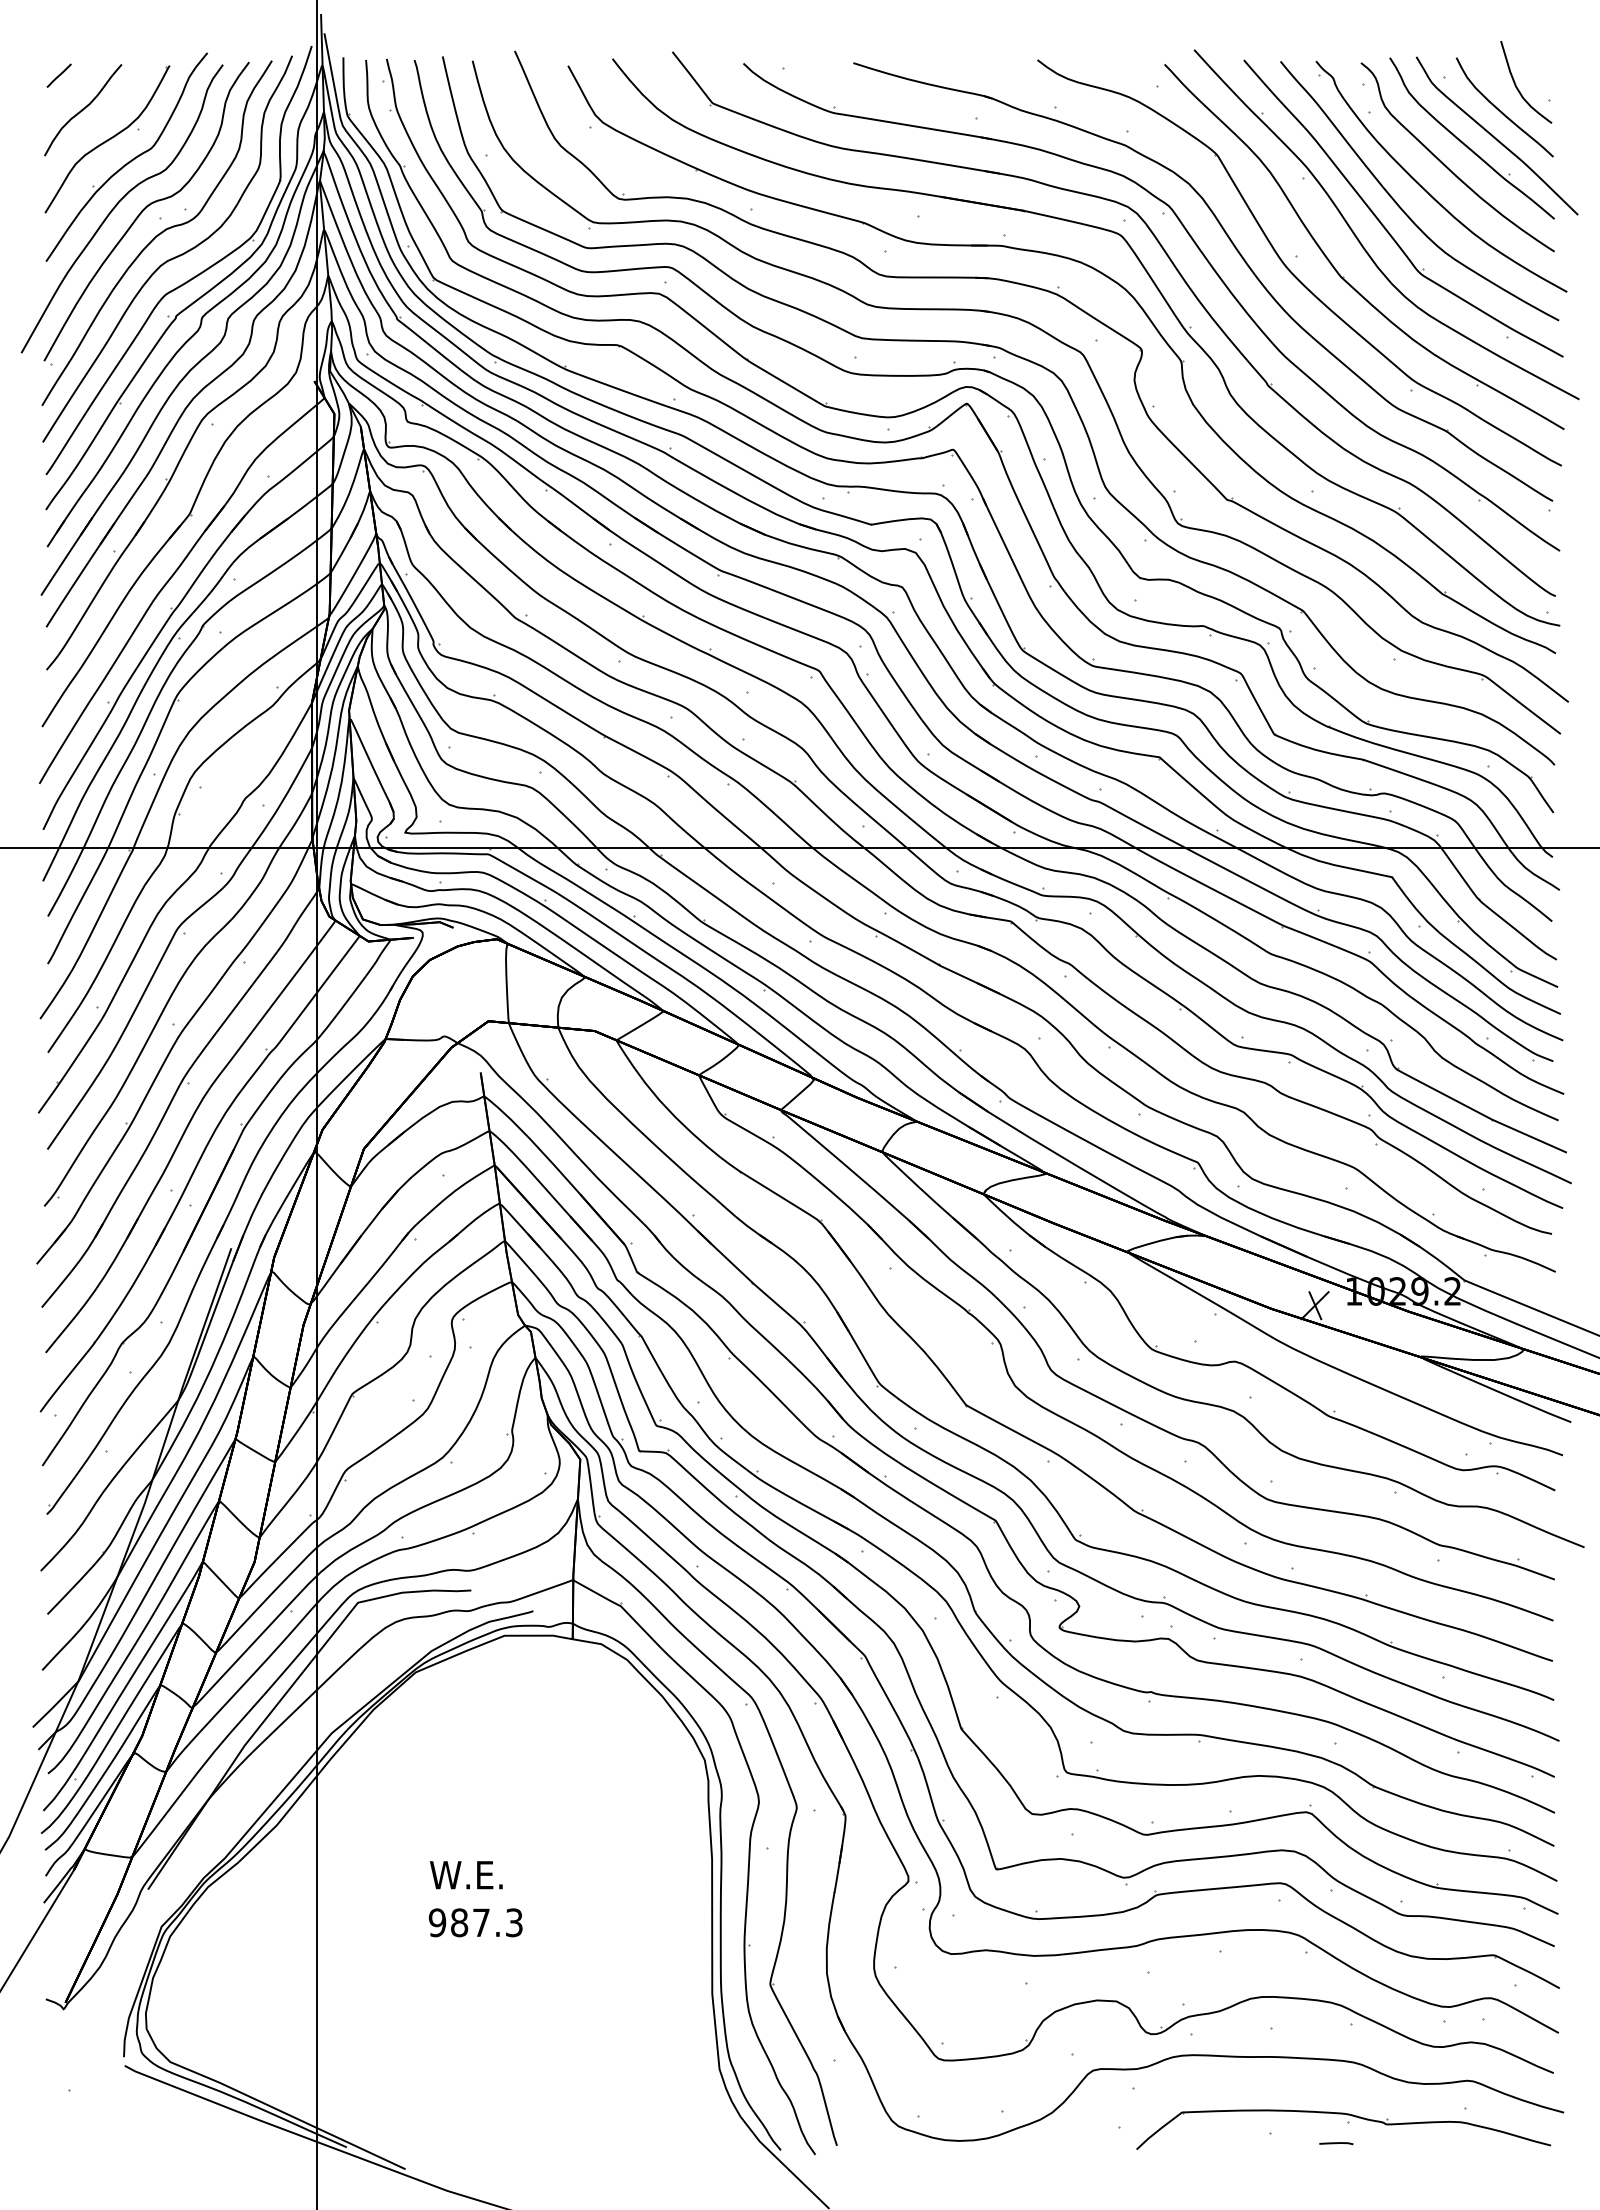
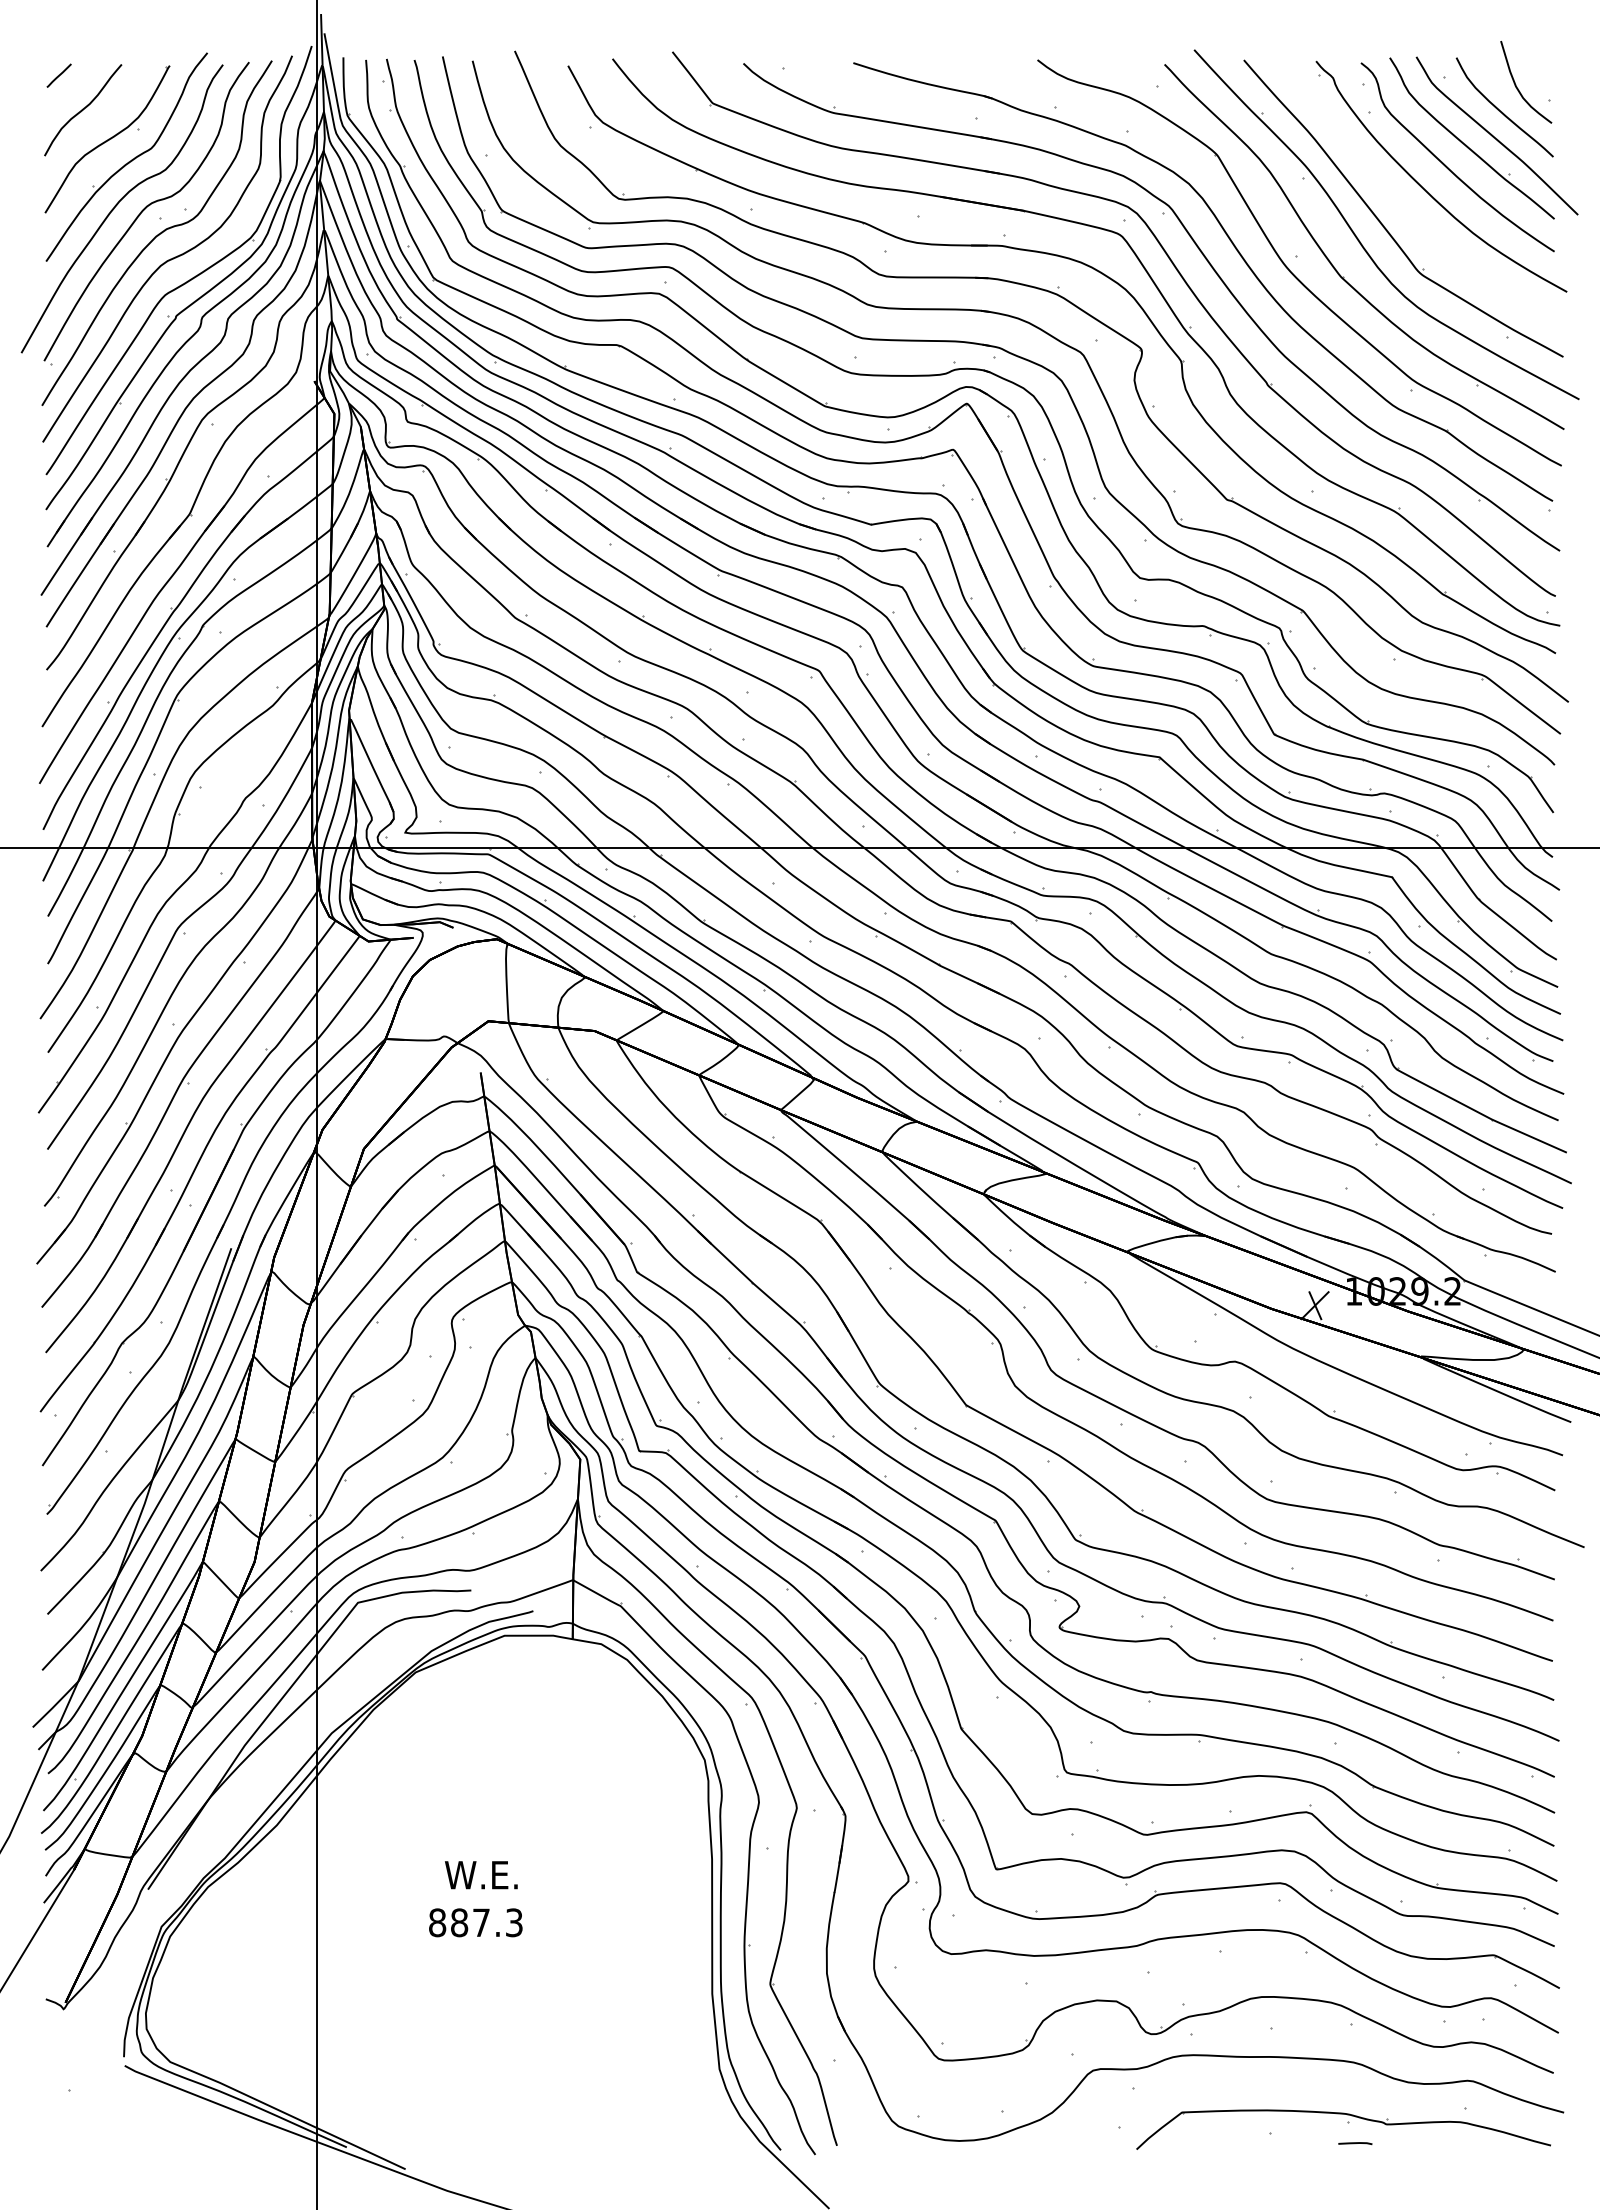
curve at (1402, 208): present -> none
text at (466, 1875) position: (466, 1875) -> (481, 1875)
text at (437, 1922): 987.3 -> 887.3
line at (1336, 2143) position: (1336, 2143) -> (1355, 2143)
